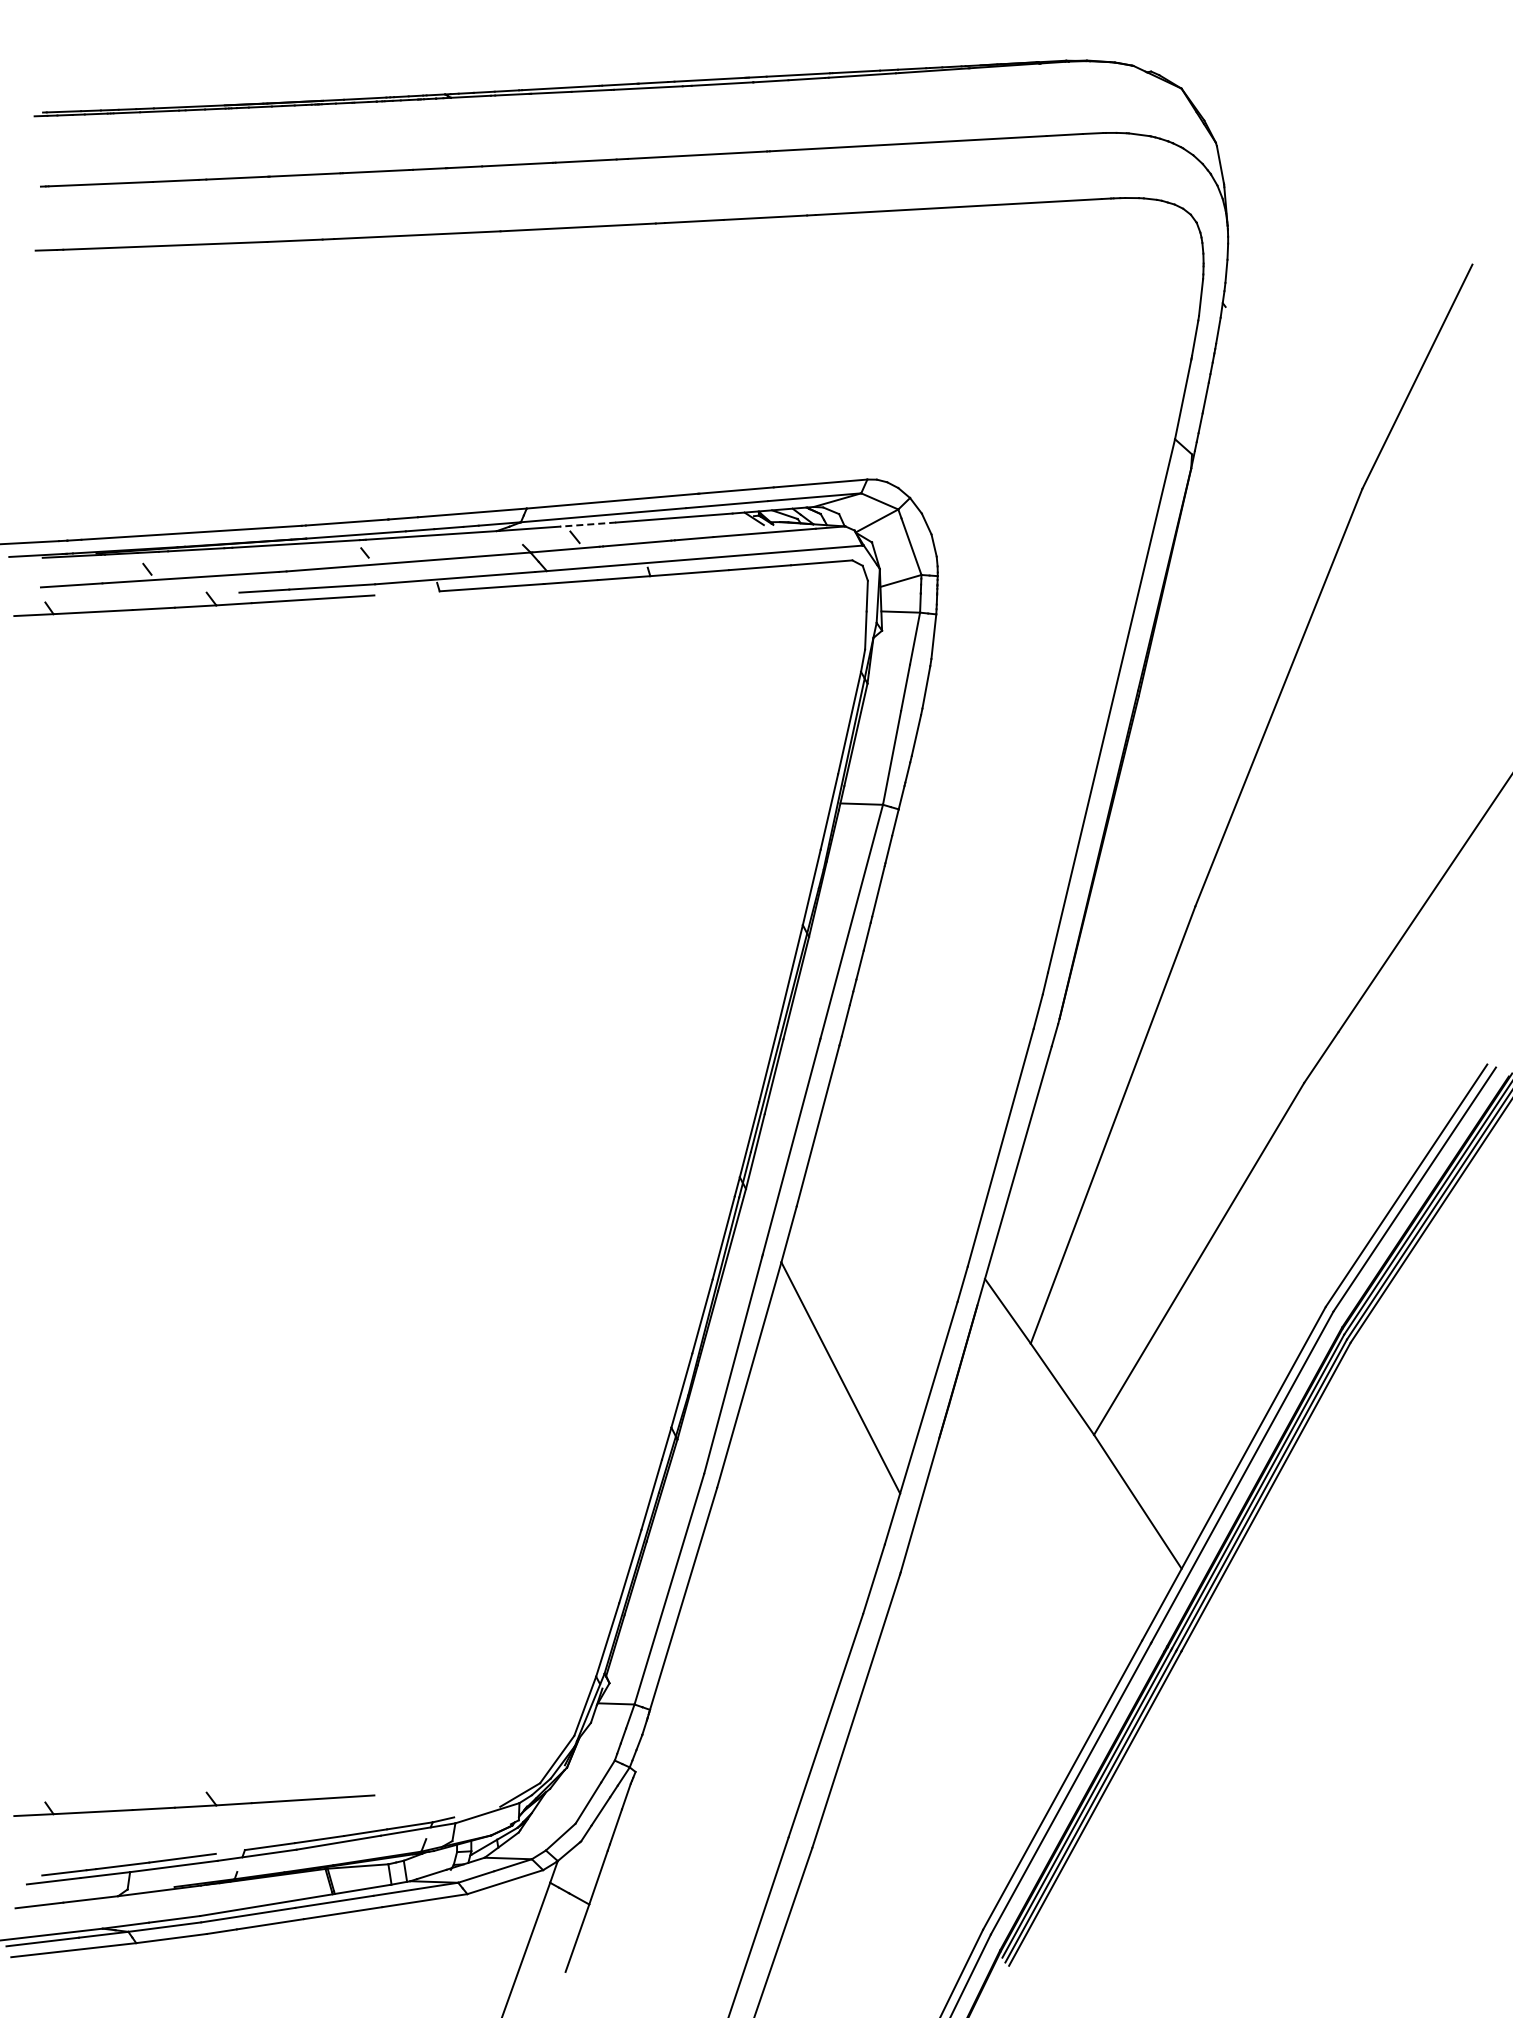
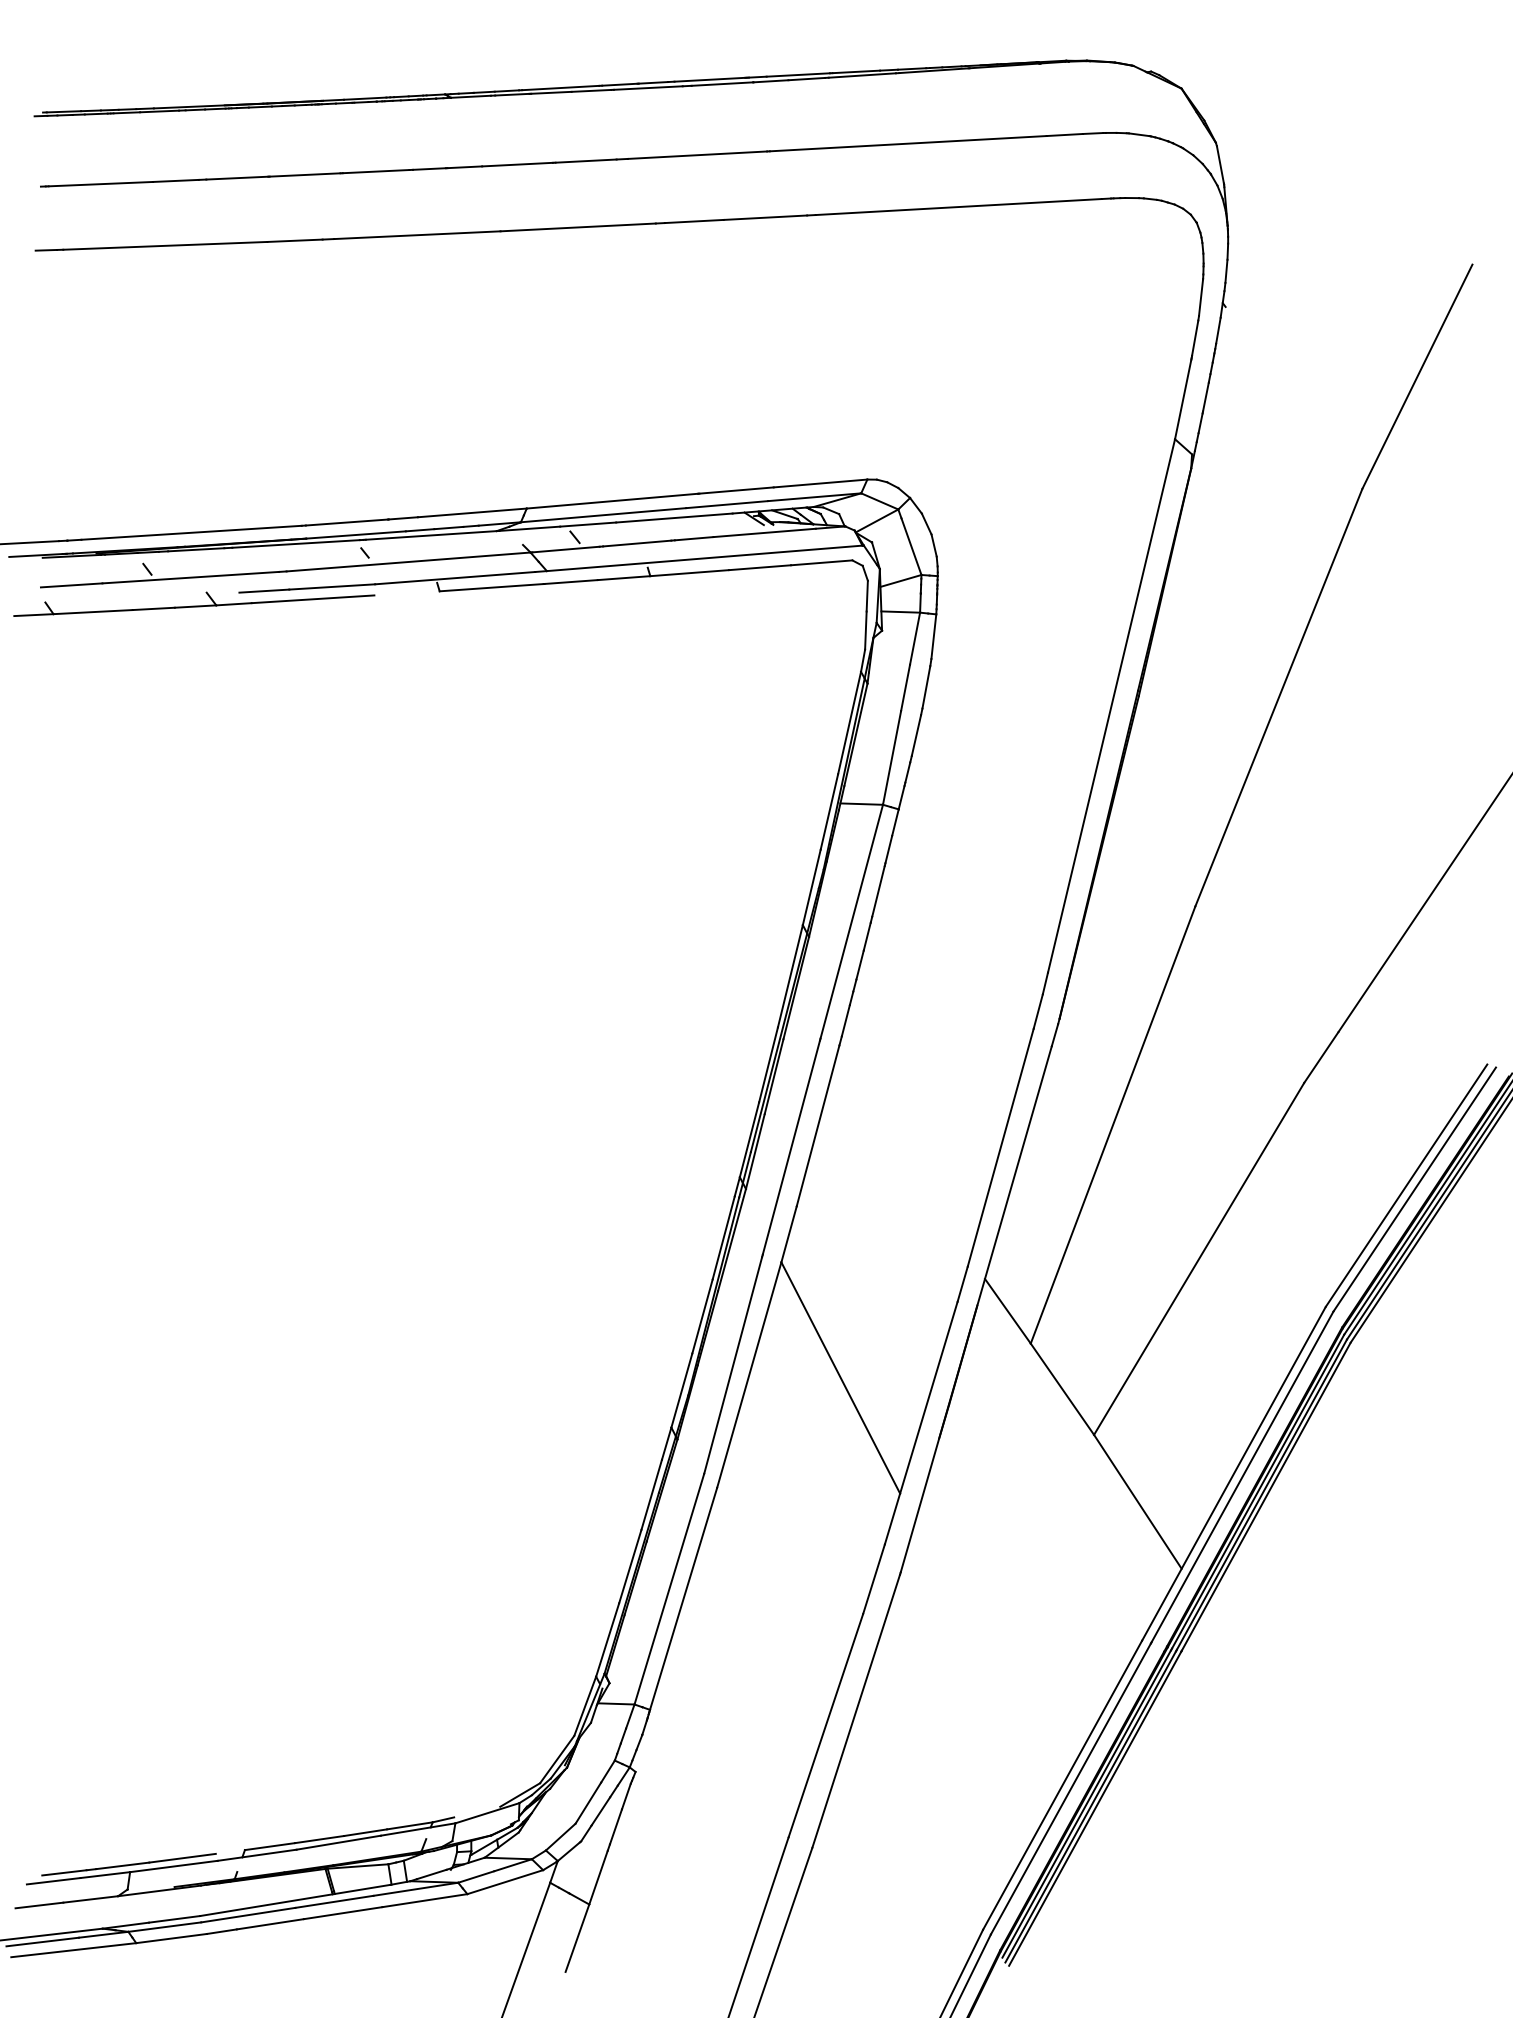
line at (587, 524): dashed -> solid
part at (194, 1803): present -> none
